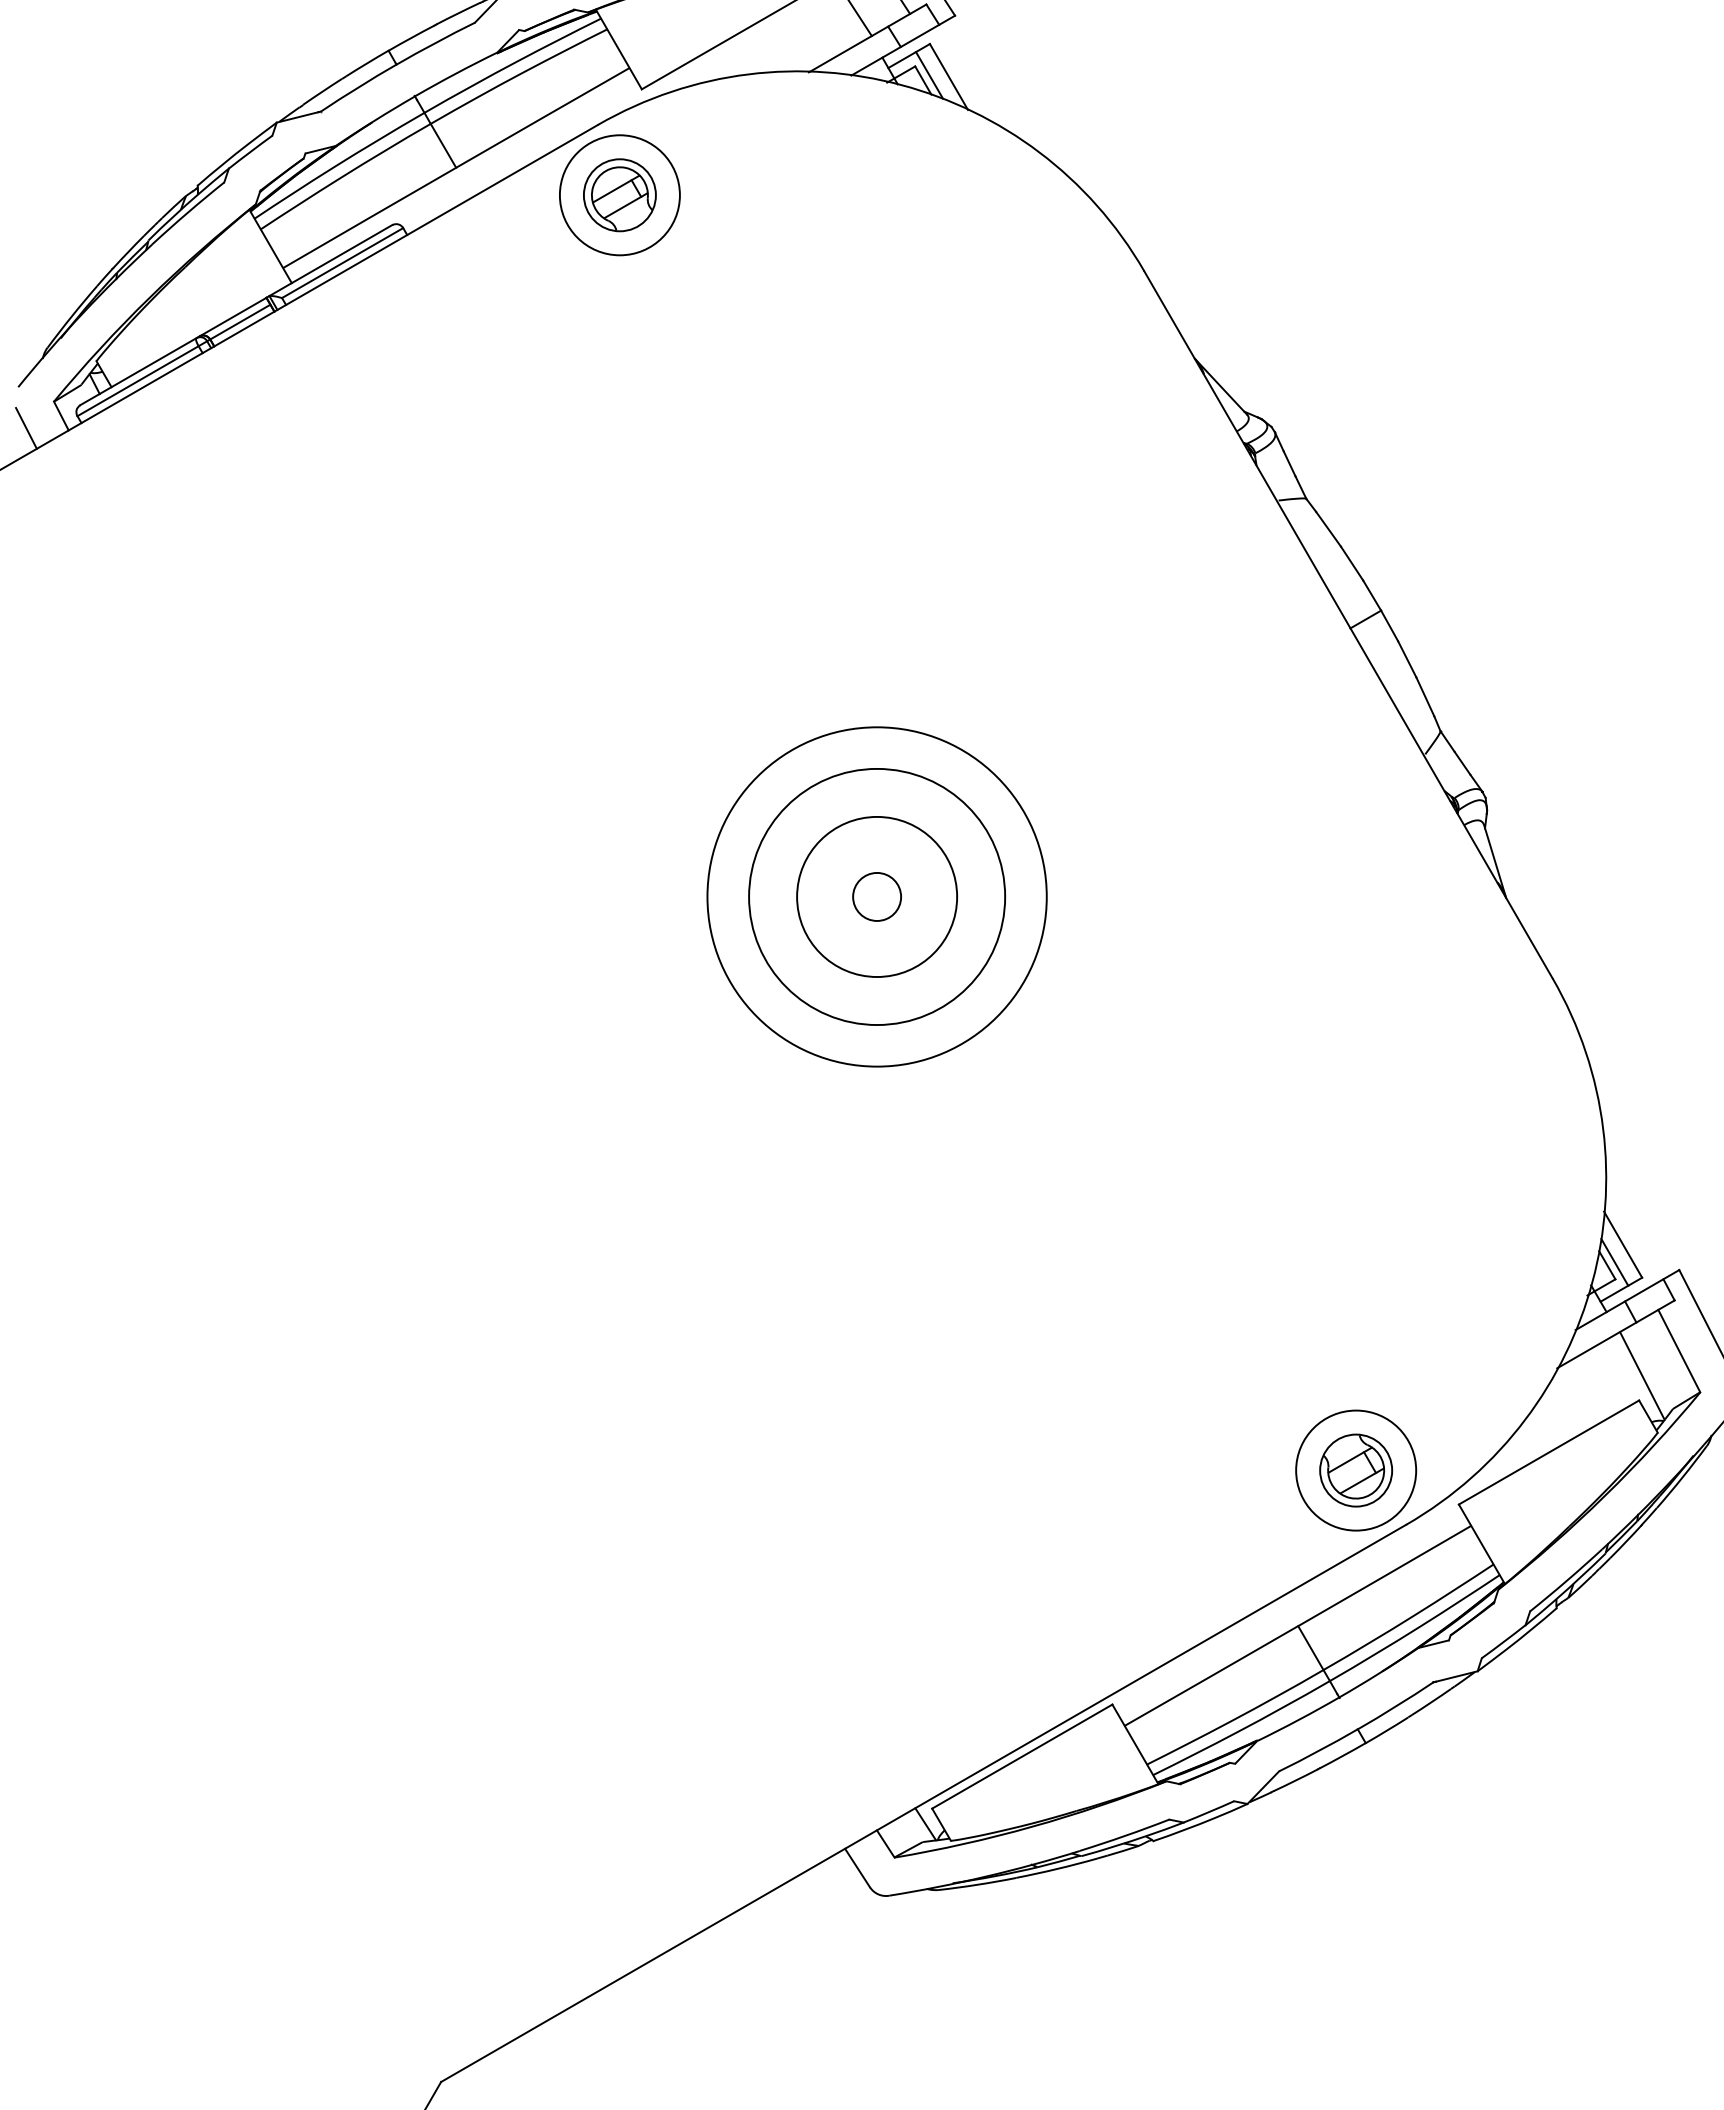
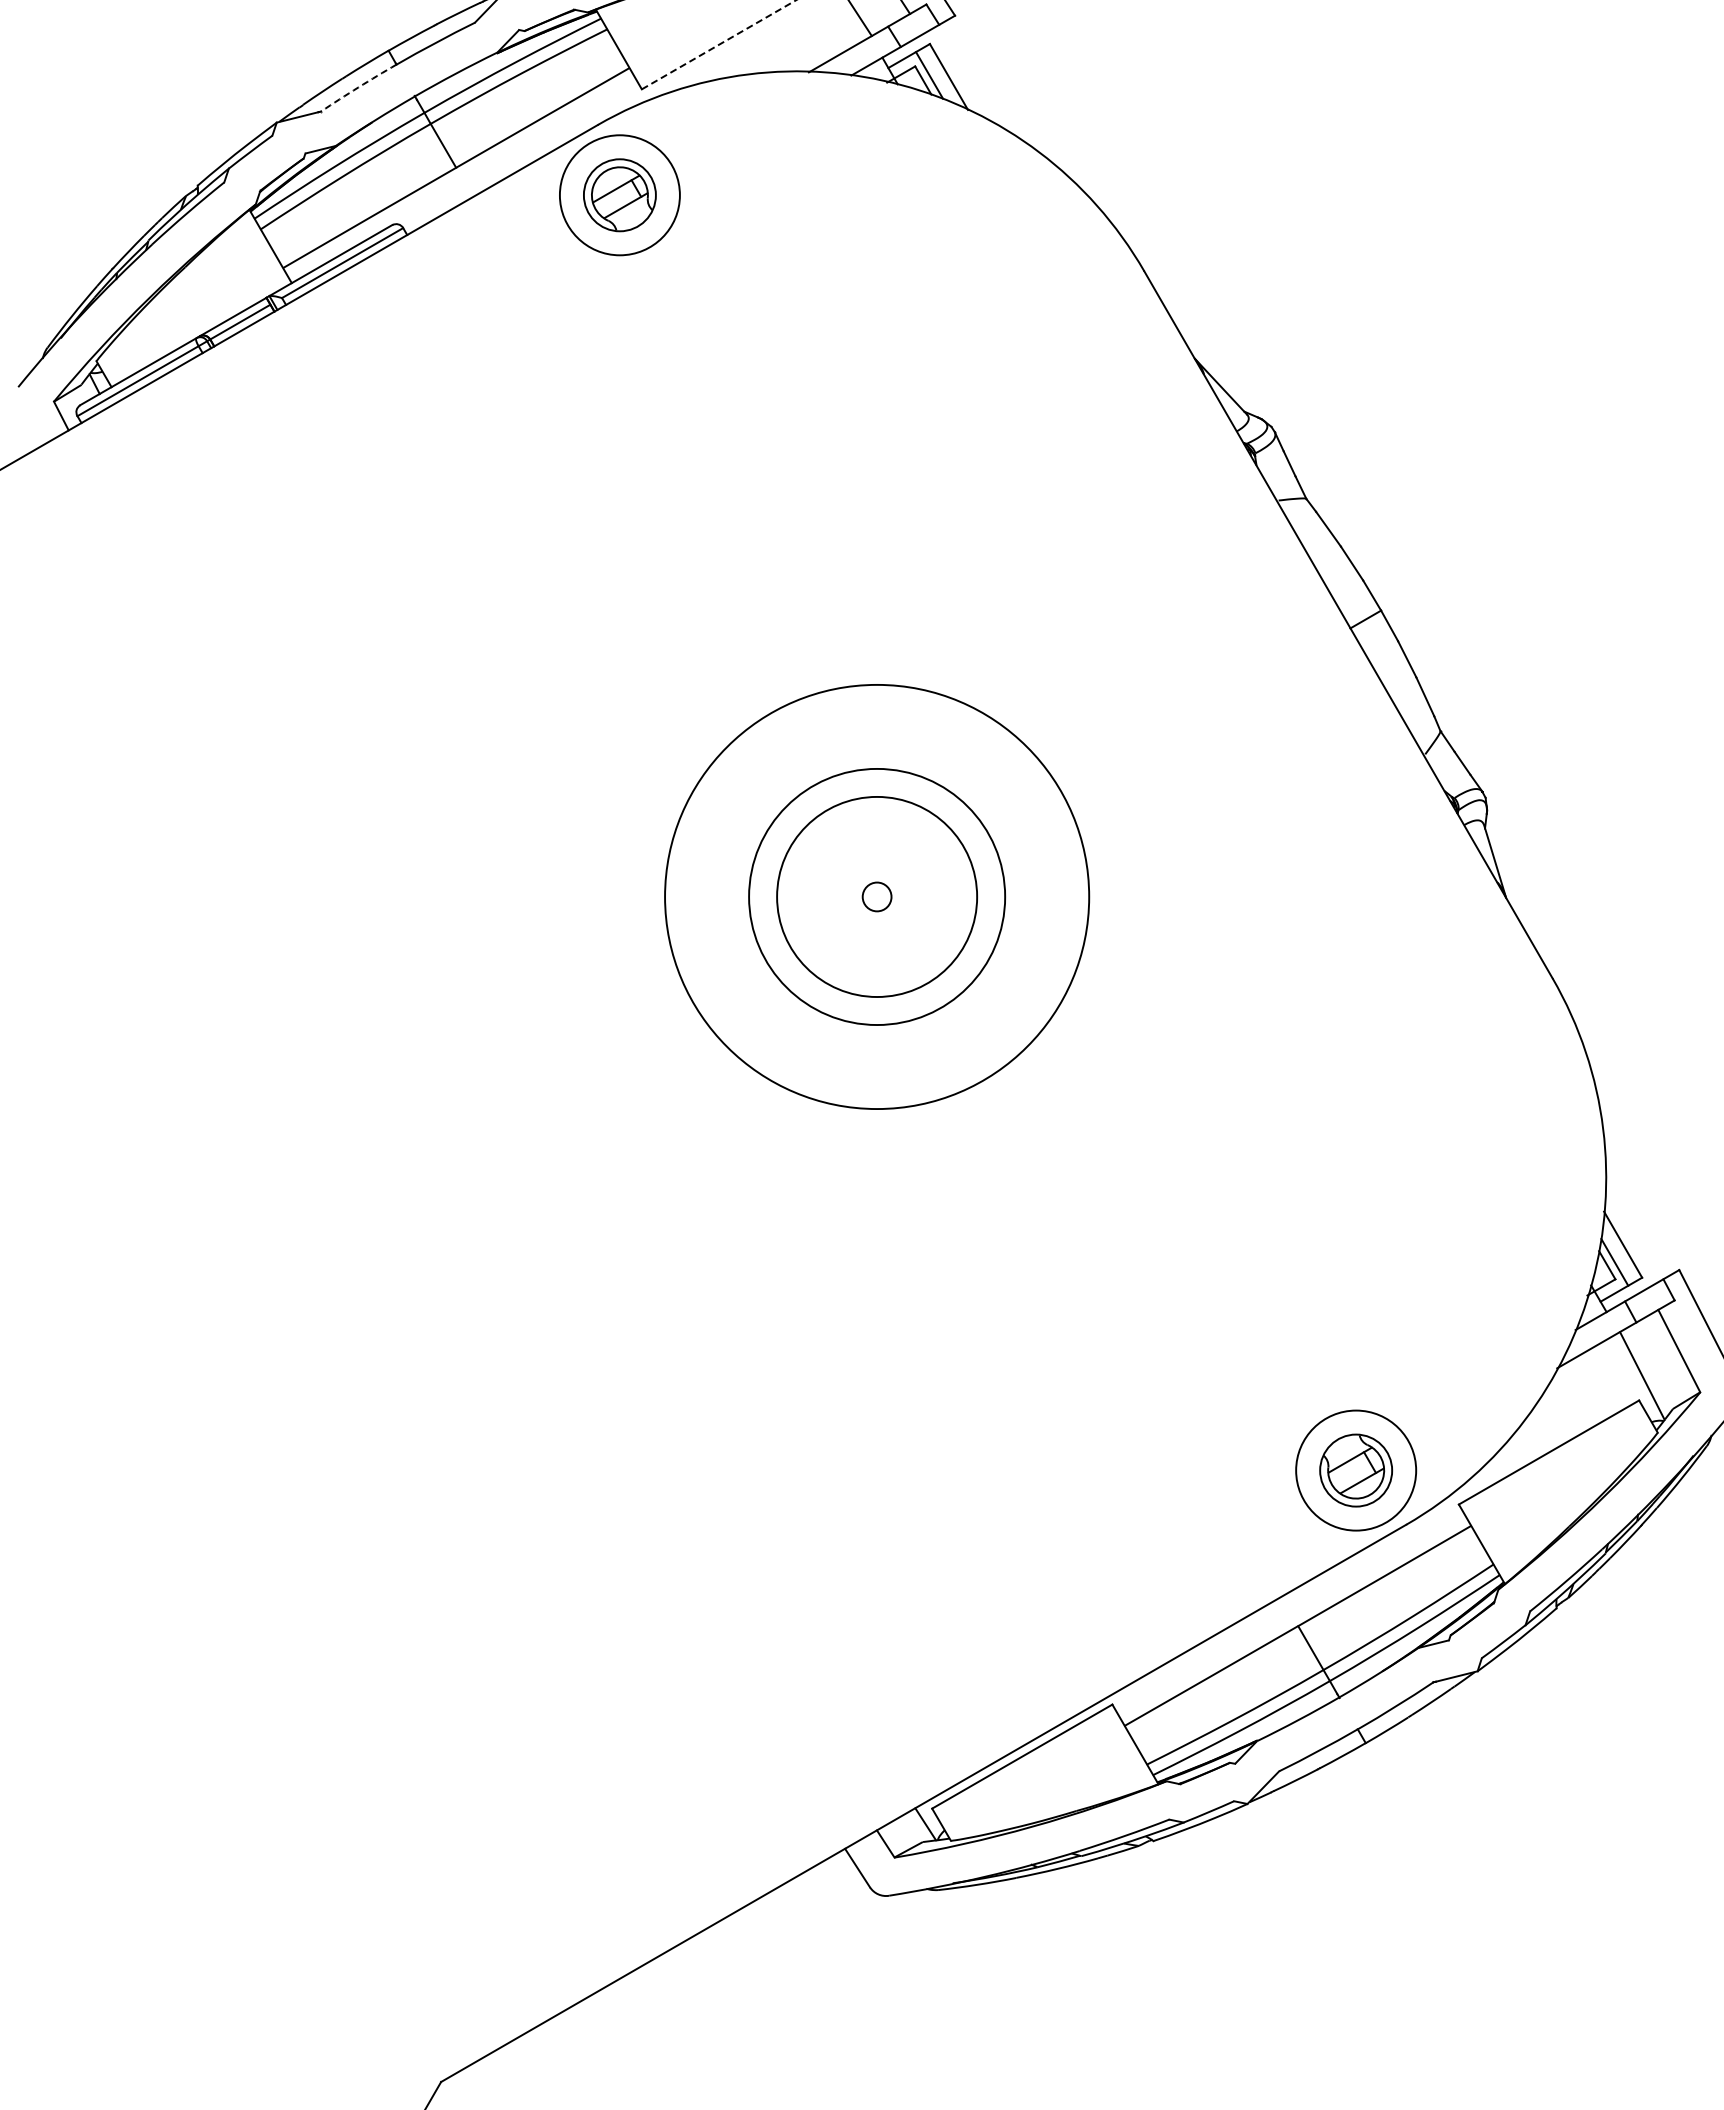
line at (719, 44): solid -> dashed
arc at (358, 87): solid -> dashed
line at (26, 428): present -> none
circle at (876, 896) diameter: 339 px -> 424 px
circle at (877, 896) diameter: 160 px -> 200 px
circle at (877, 896) diameter: 48 px -> 29 px
